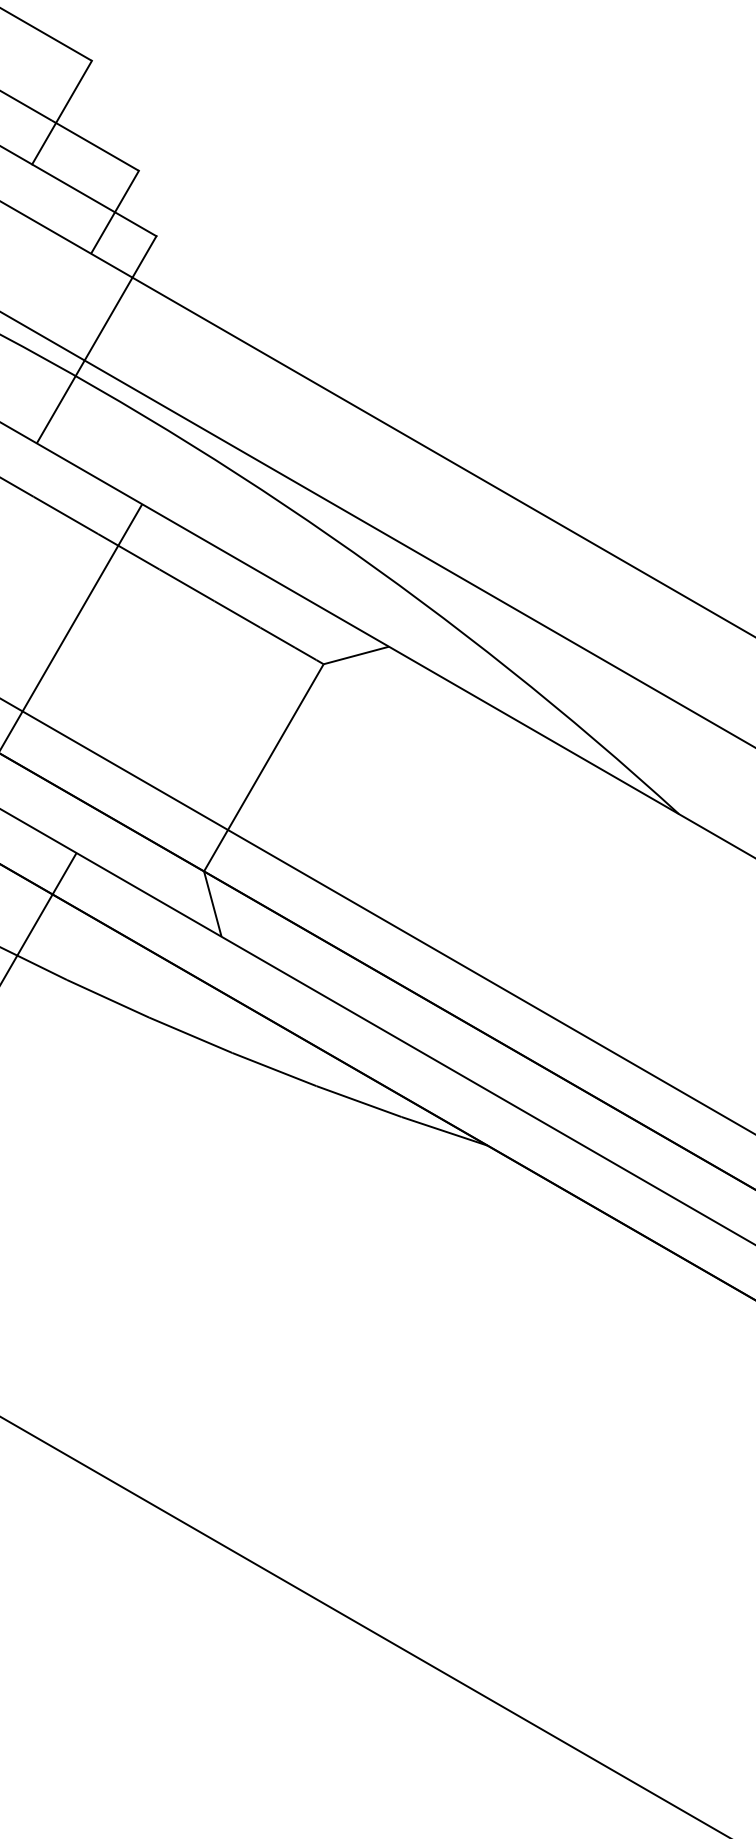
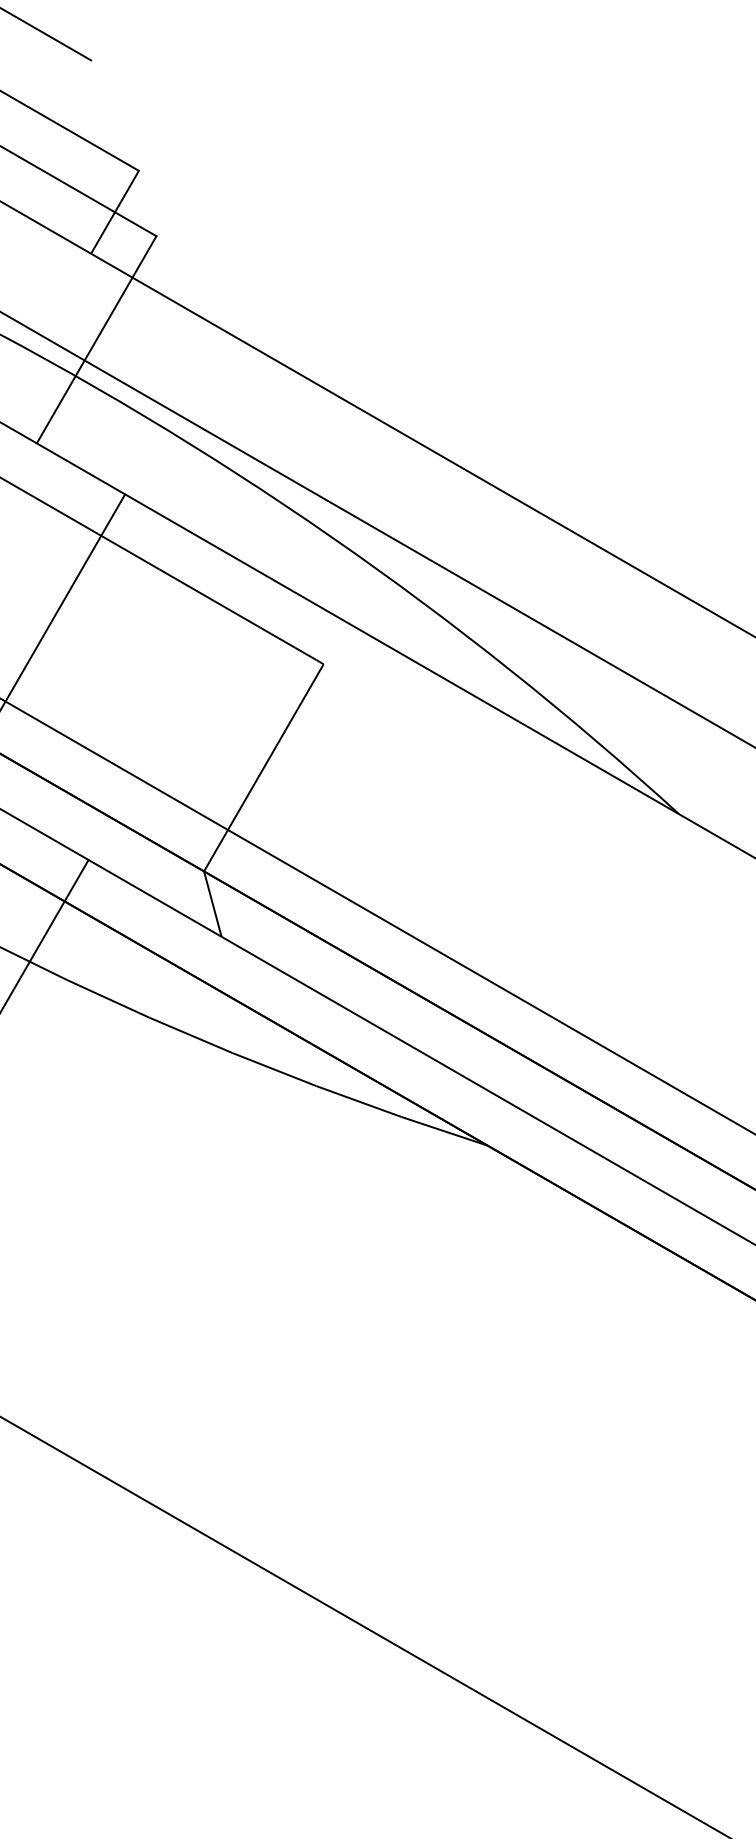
line at (61, 112): present -> none
line at (72, 625) position: (72, 625) -> (63, 600)
line at (356, 655): present -> none
line at (39, 917) position: (39, 917) -> (45, 934)
